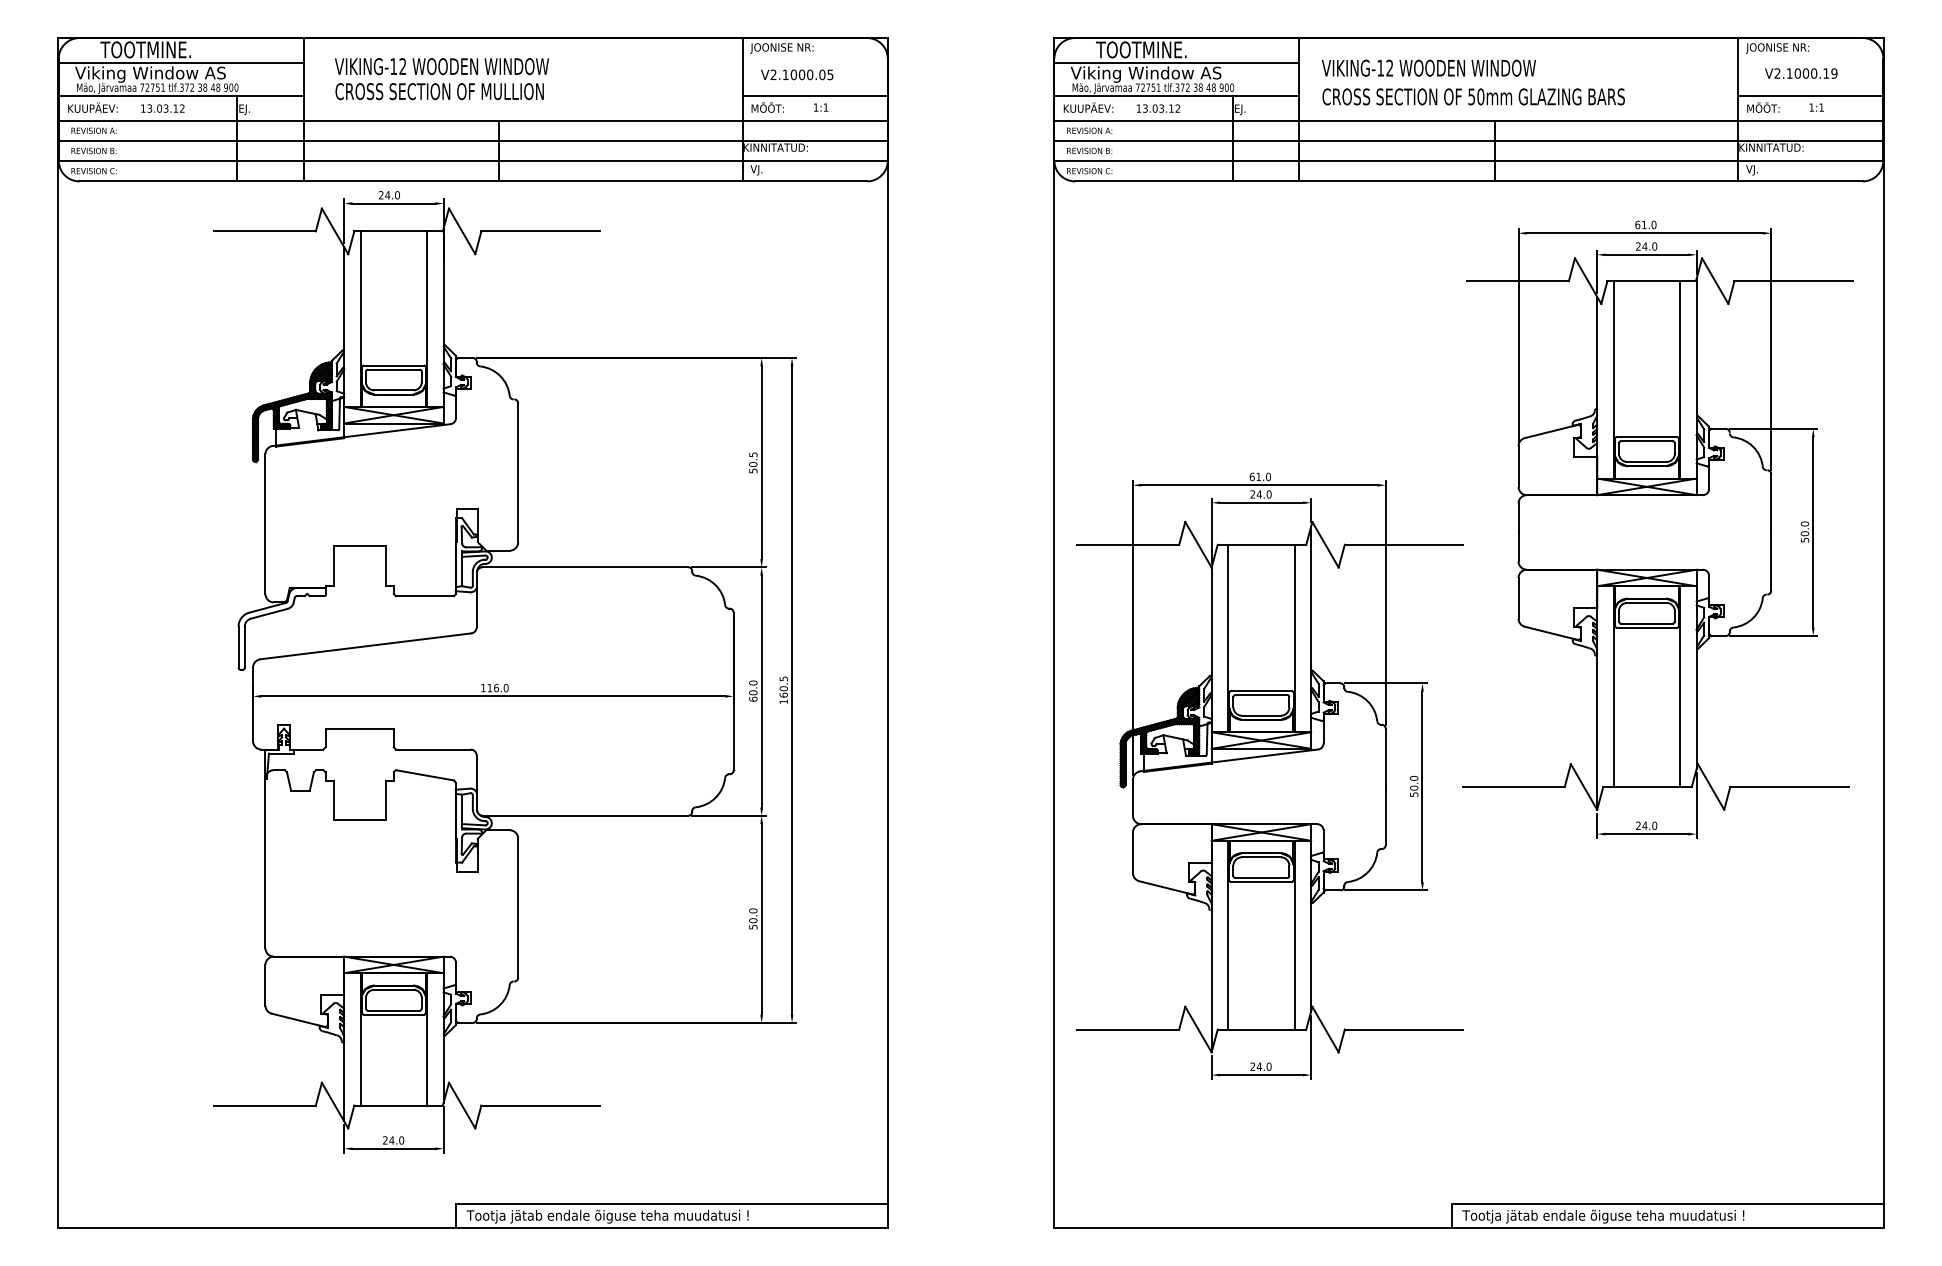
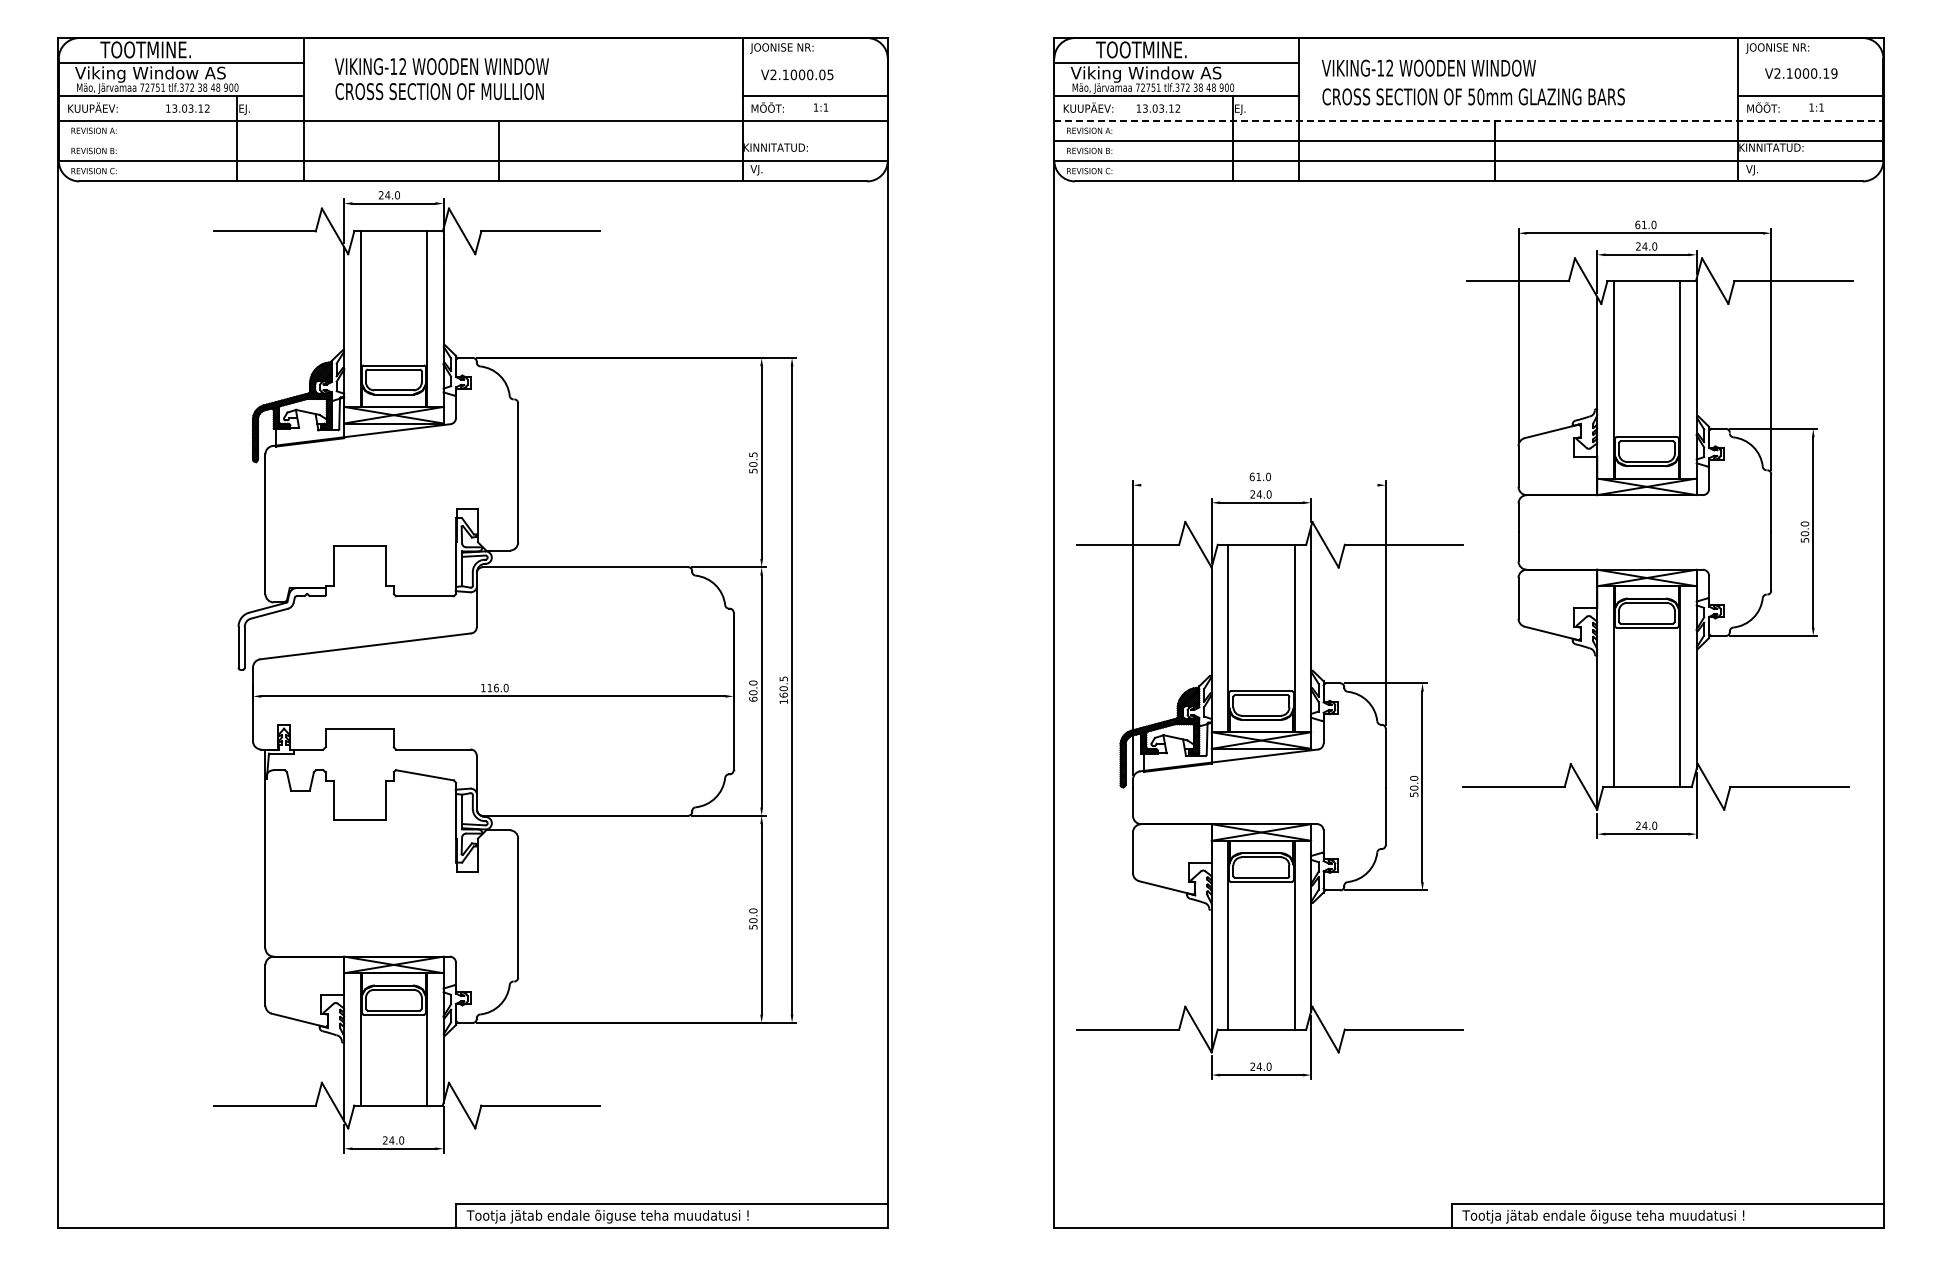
text at (162, 108) position: (162, 108) -> (187, 108)
line at (1468, 120): solid -> dashed
line at (472, 141): present -> none
line at (1259, 485): present -> none
